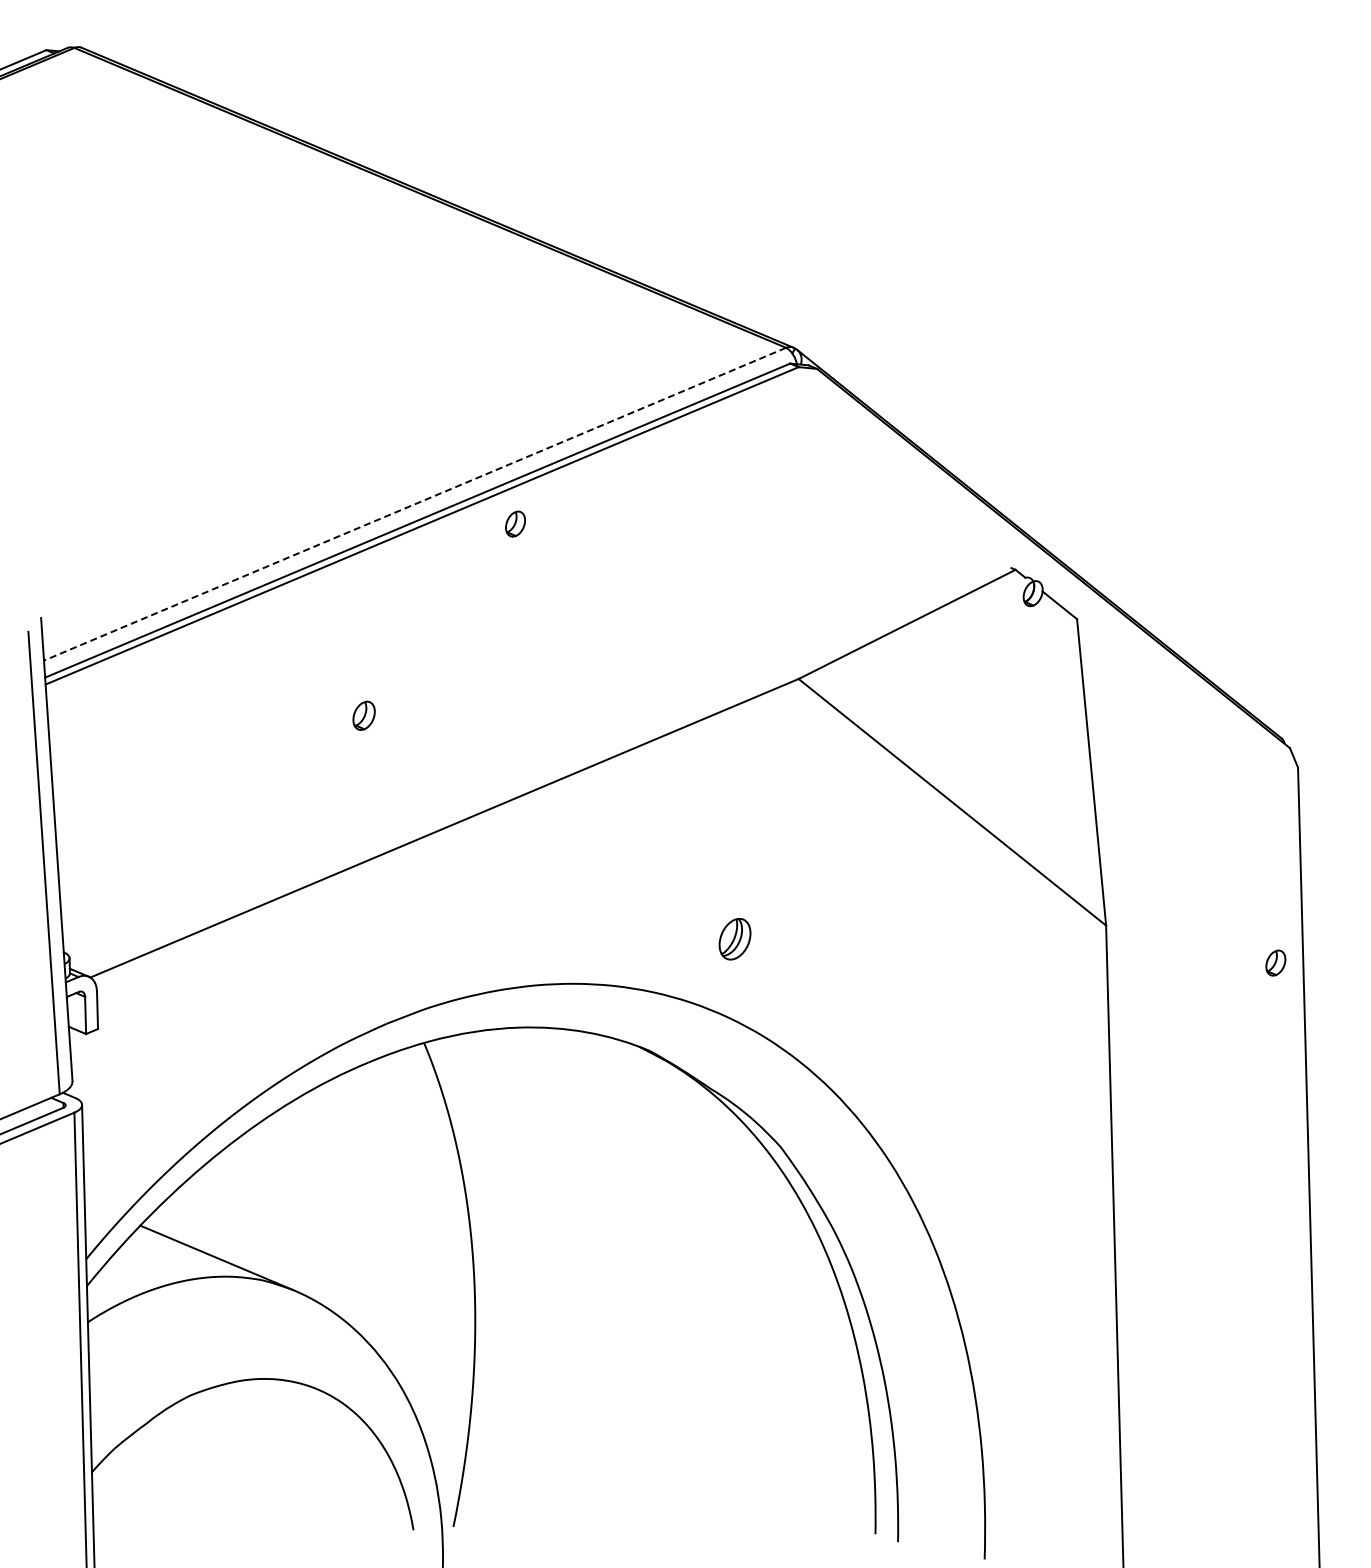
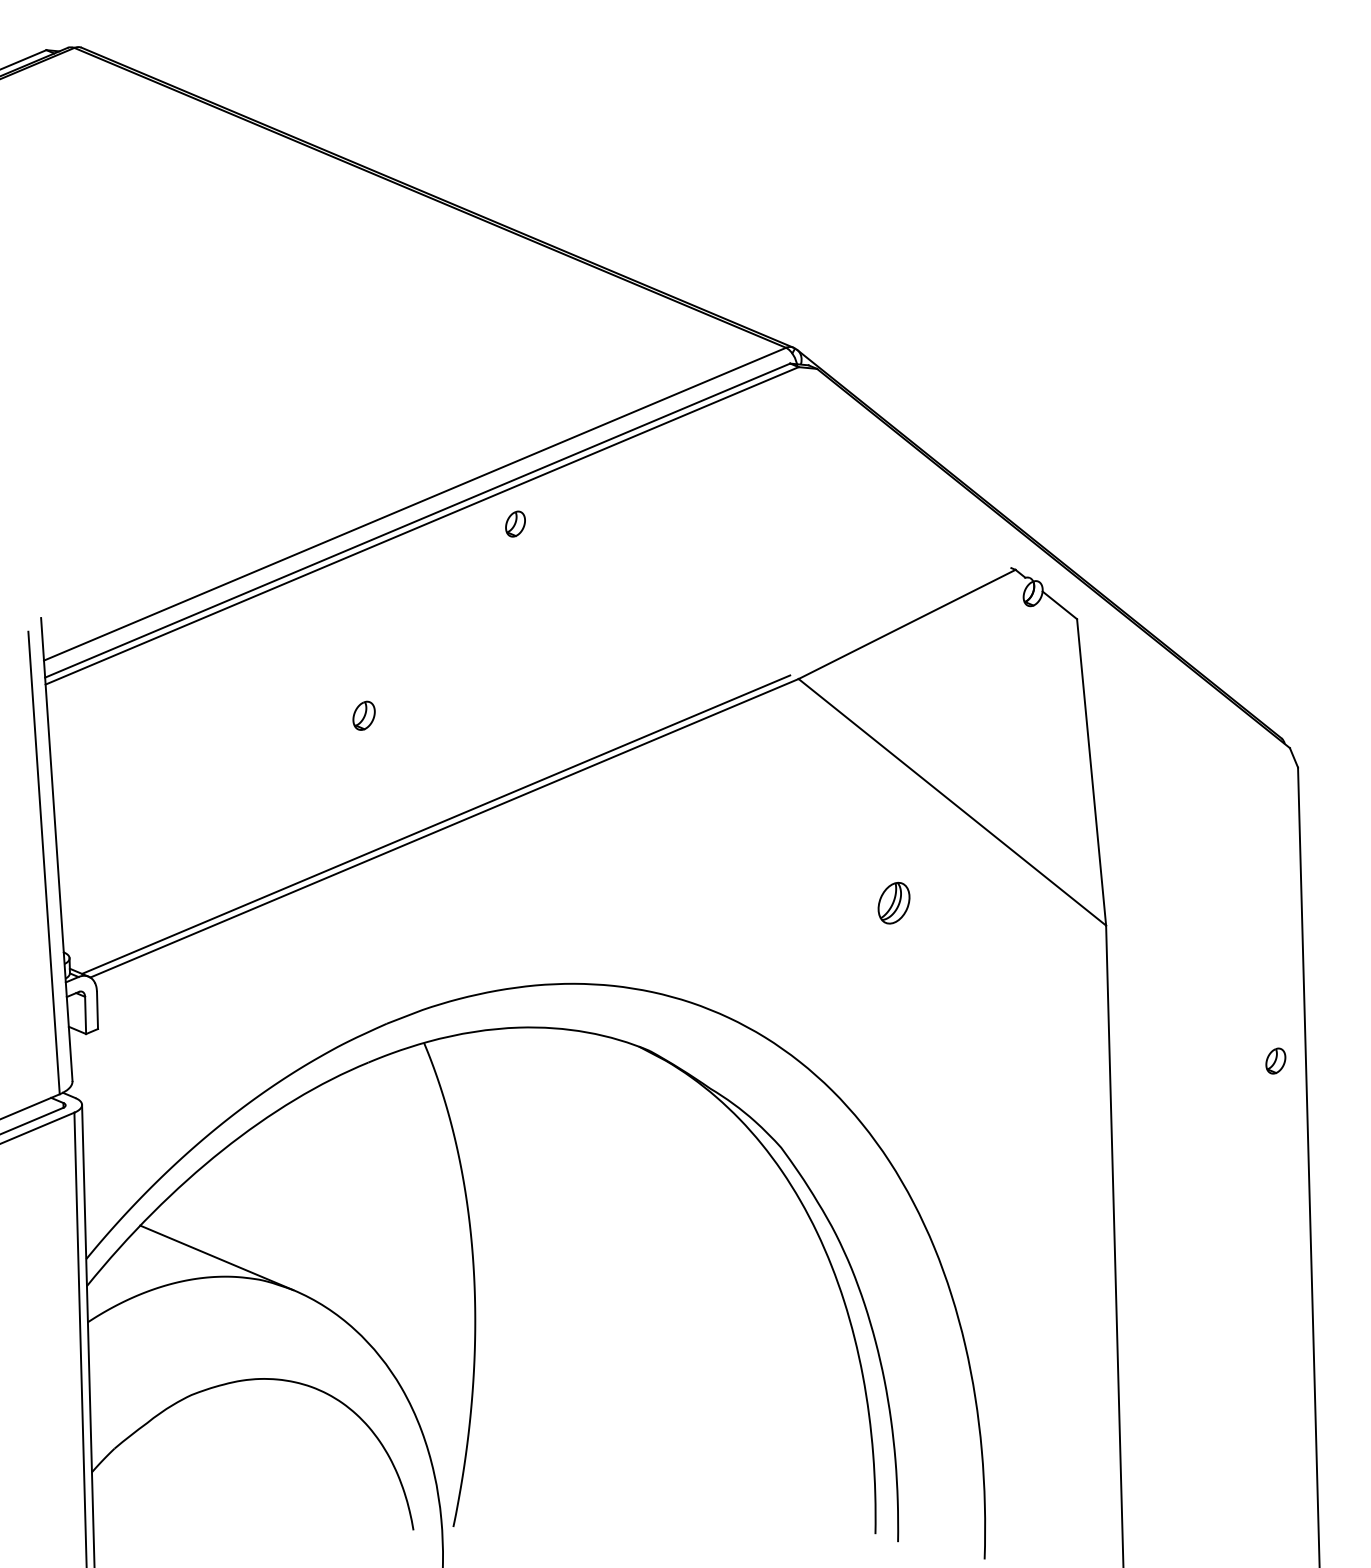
line at (415, 504): dashed -> solid
line at (436, 824): none -> present
part at (734, 938) position: (734, 938) -> (893, 902)
part at (1275, 962) position: (1275, 962) -> (1275, 1060)
